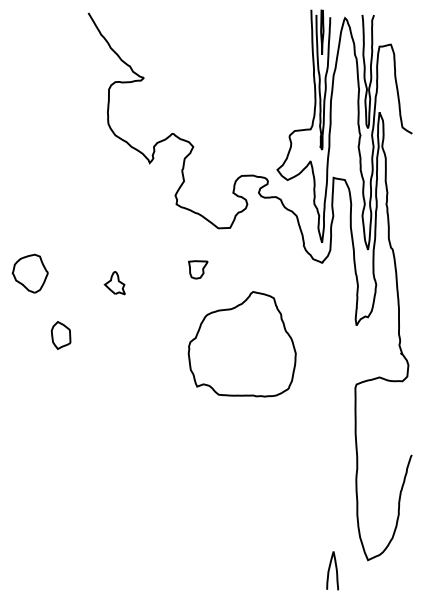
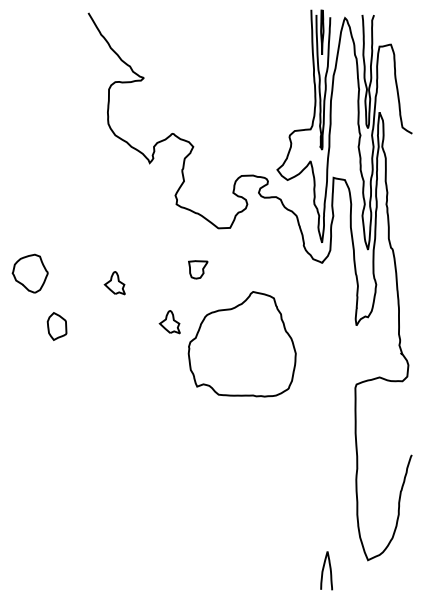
part at (169, 322): none -> present
part at (60, 335) position: (60, 335) -> (56, 326)
curve at (330, 568) position: (330, 568) -> (324, 568)
